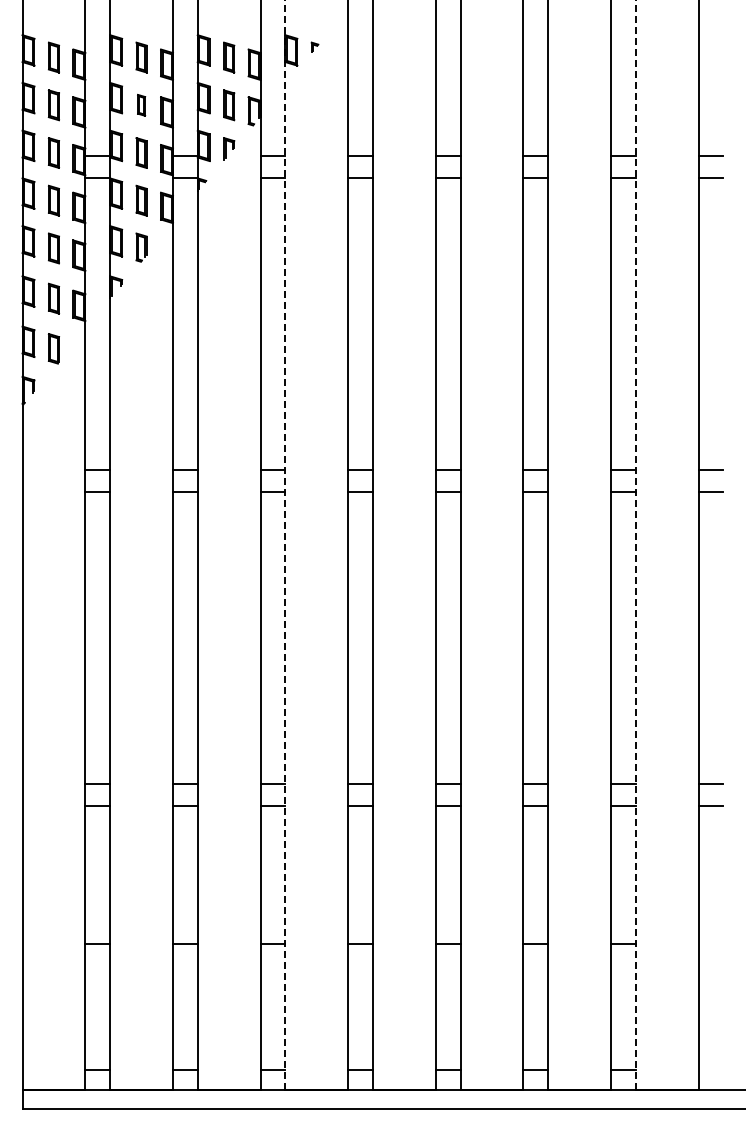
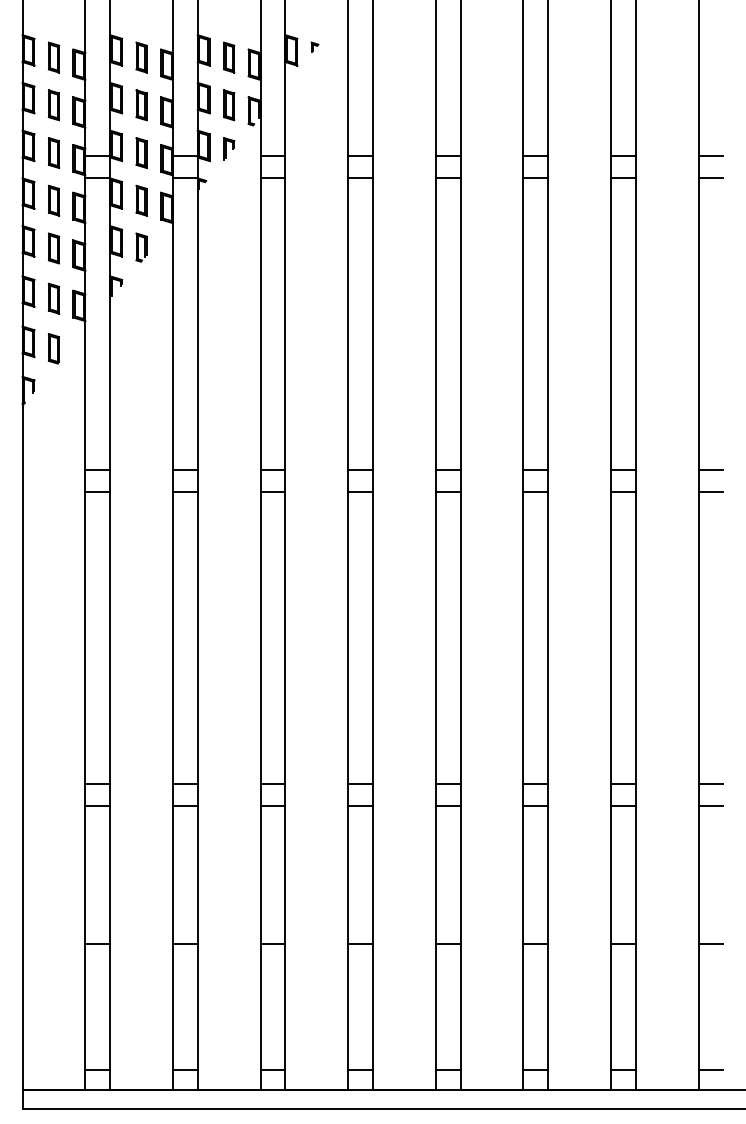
part at (141, 104) size: 10x24 px -> 13x33 px
line at (285, 545): dashed -> solid
line at (635, 545): dashed -> solid
line at (710, 944): none -> present
line at (710, 1069): none -> present
